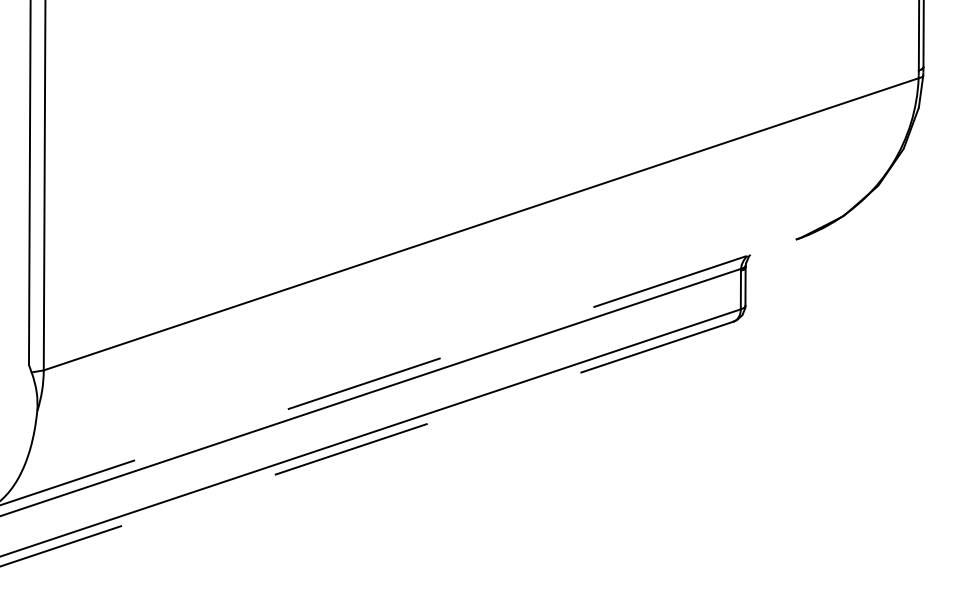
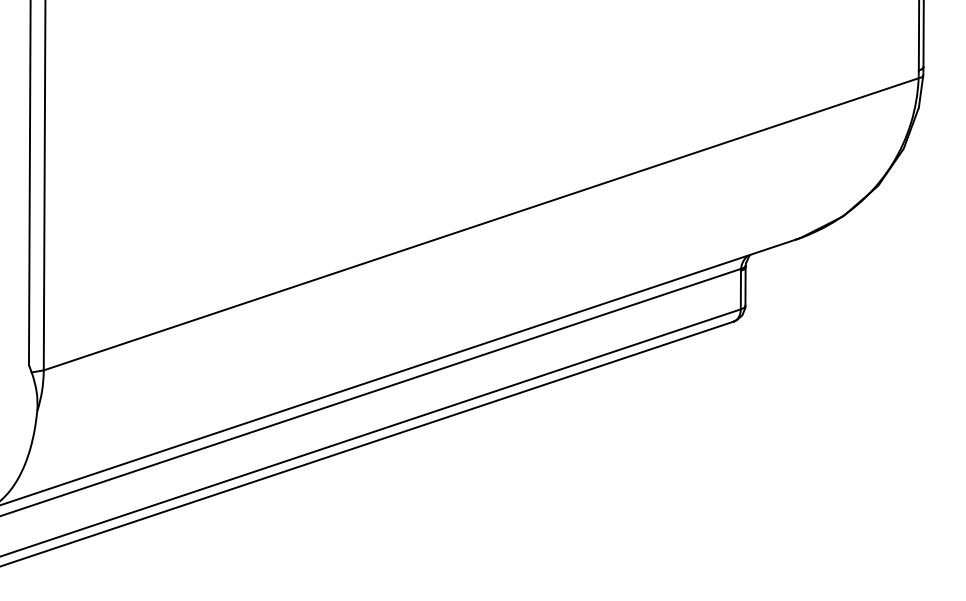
line at (398, 372): dashed -> solid
line at (366, 444): dashed -> solid
